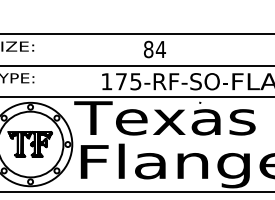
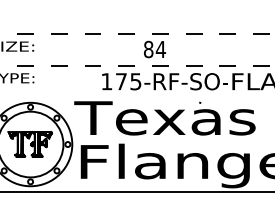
line at (137, 33): solid -> dashed
line at (137, 65): solid -> dashed
line at (136, 97): present -> none
